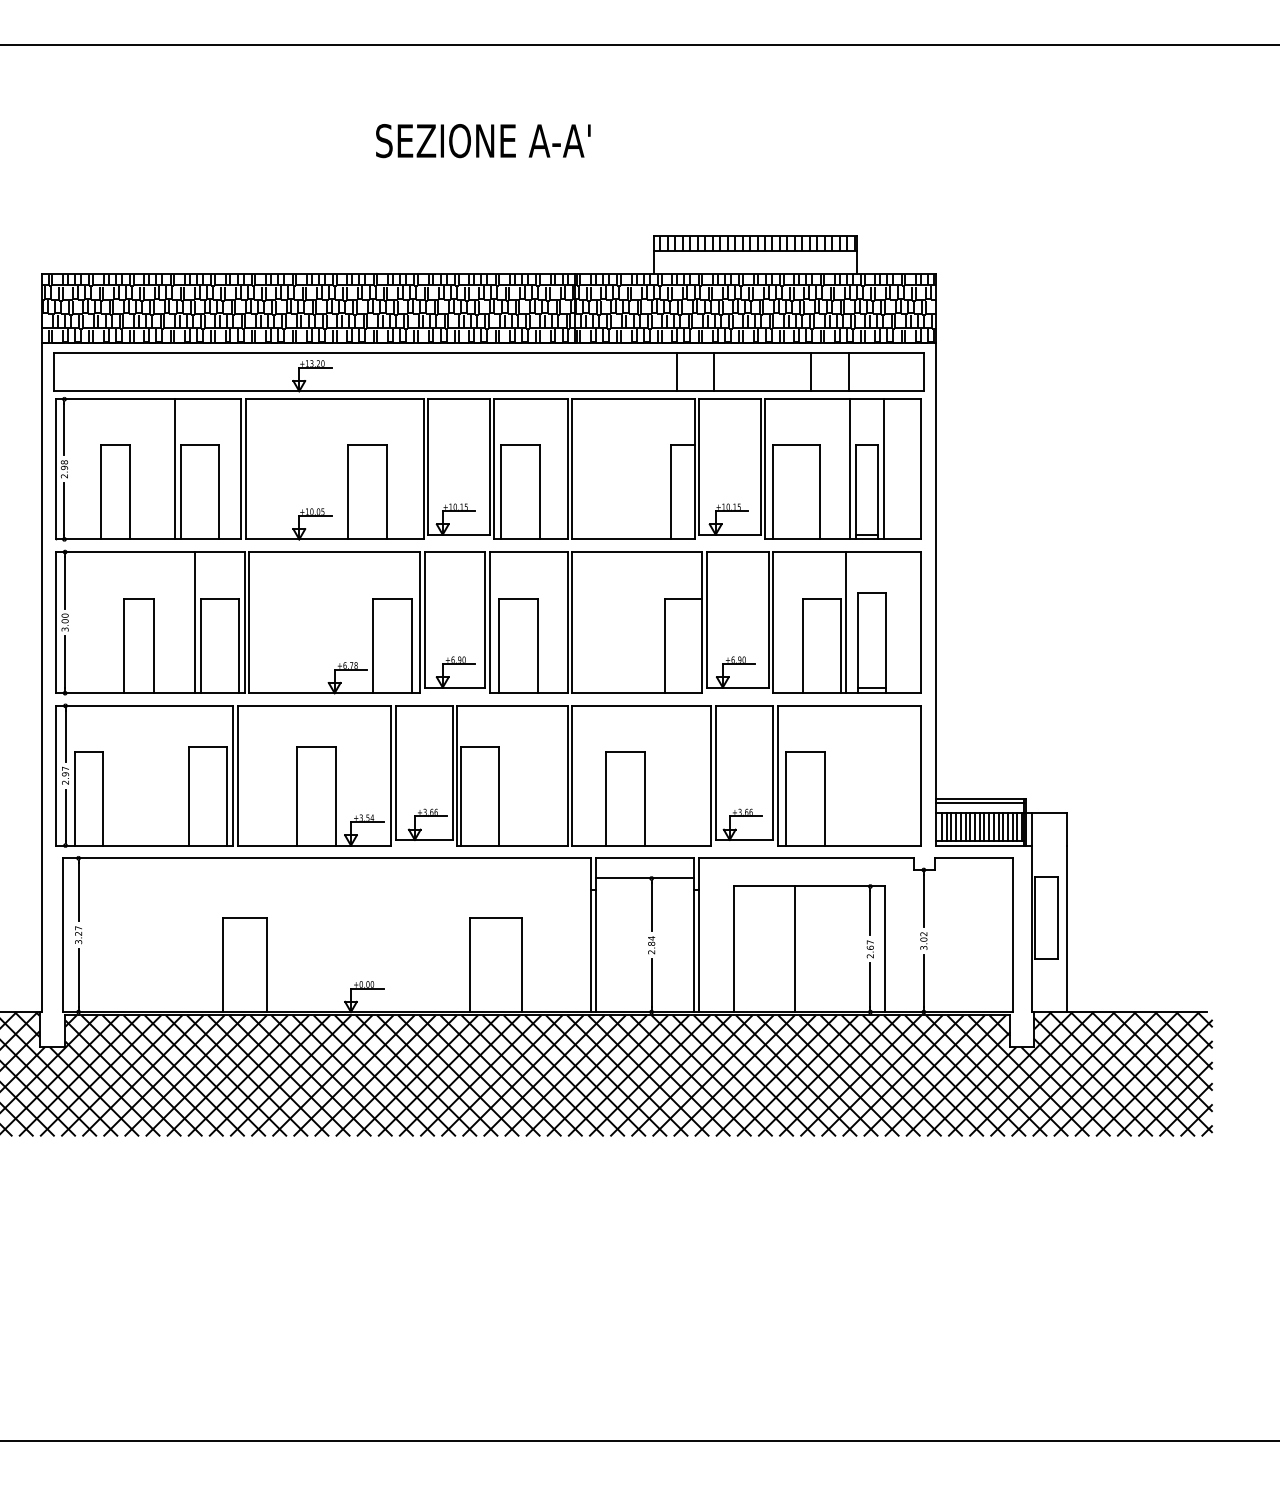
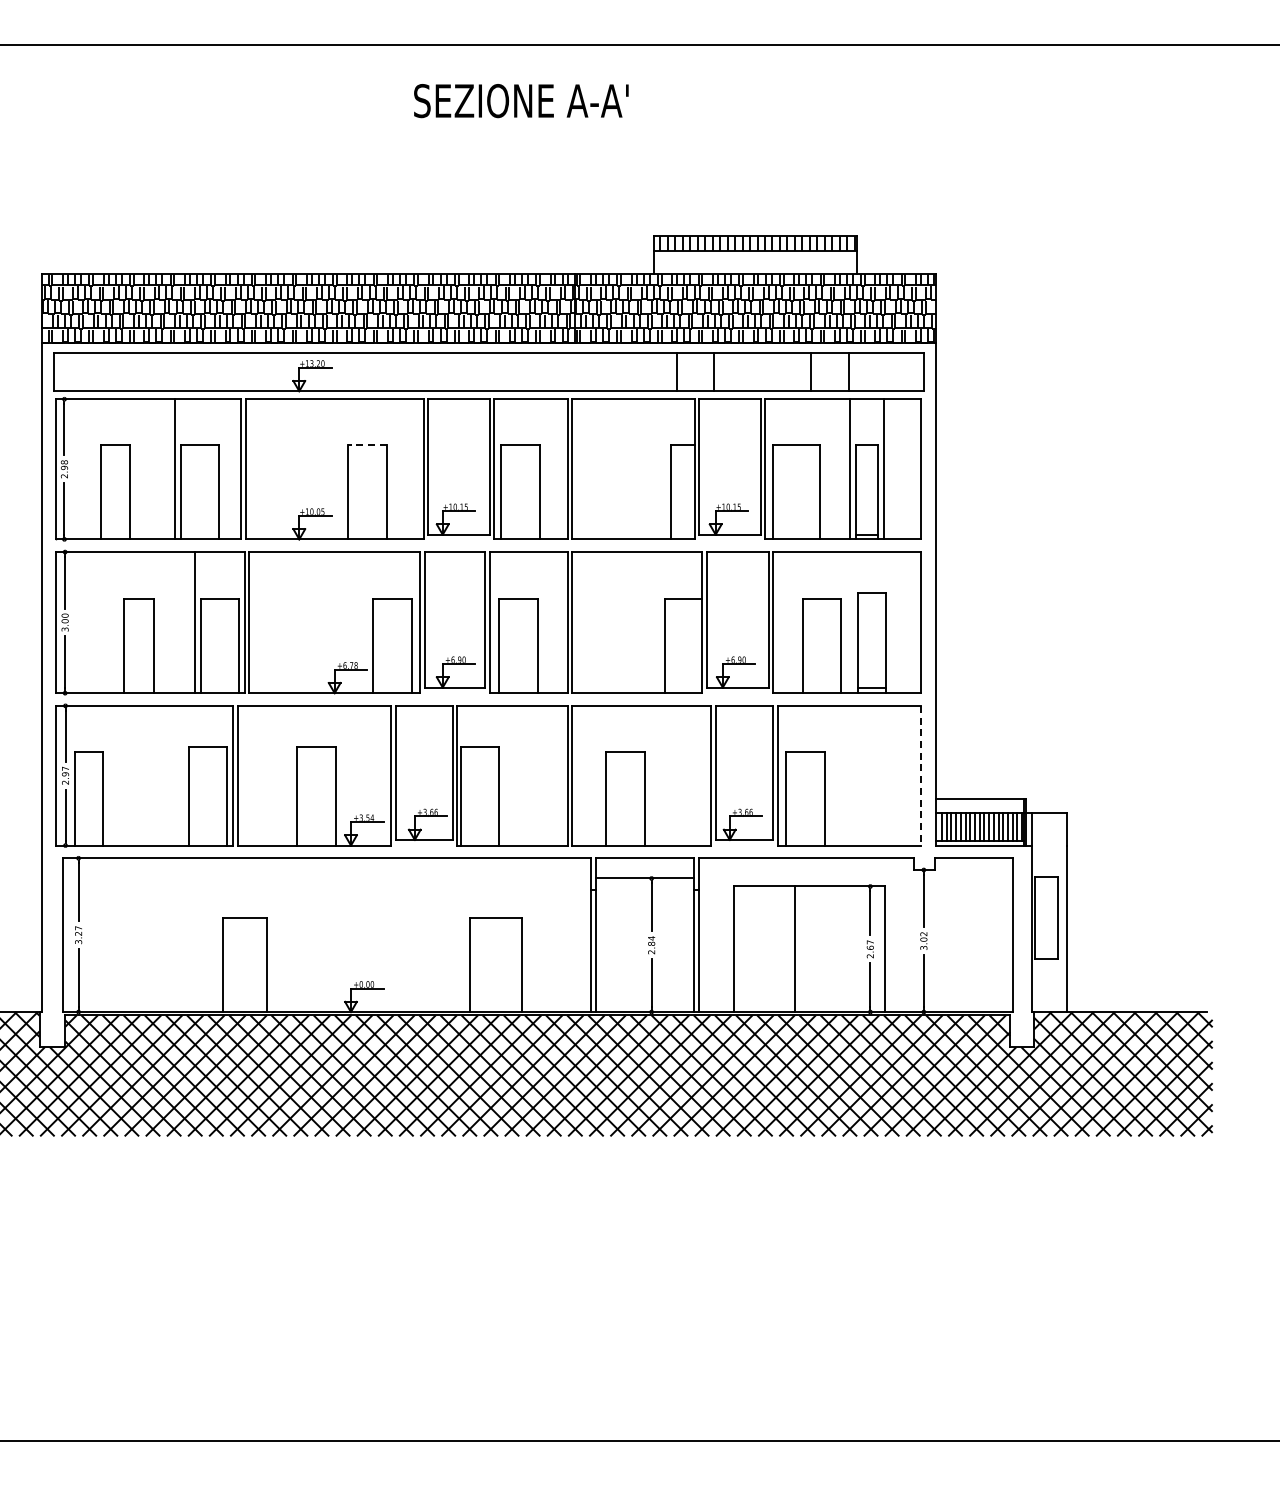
text at (483, 141) position: (483, 141) -> (521, 101)
line at (366, 445): solid -> dashed
line at (846, 622): present -> none
line at (921, 775): solid -> dashed
line at (979, 803): present -> none
